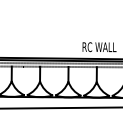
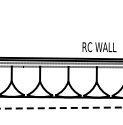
line at (61, 108): solid -> dashed
